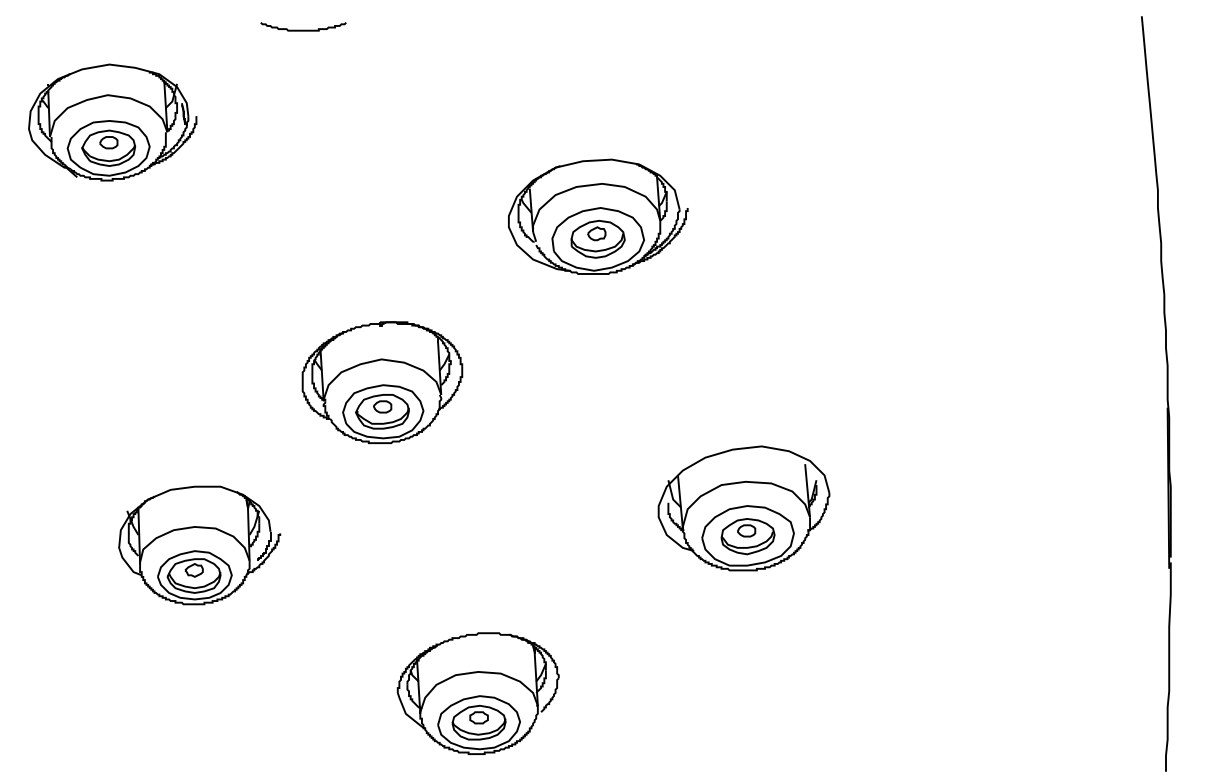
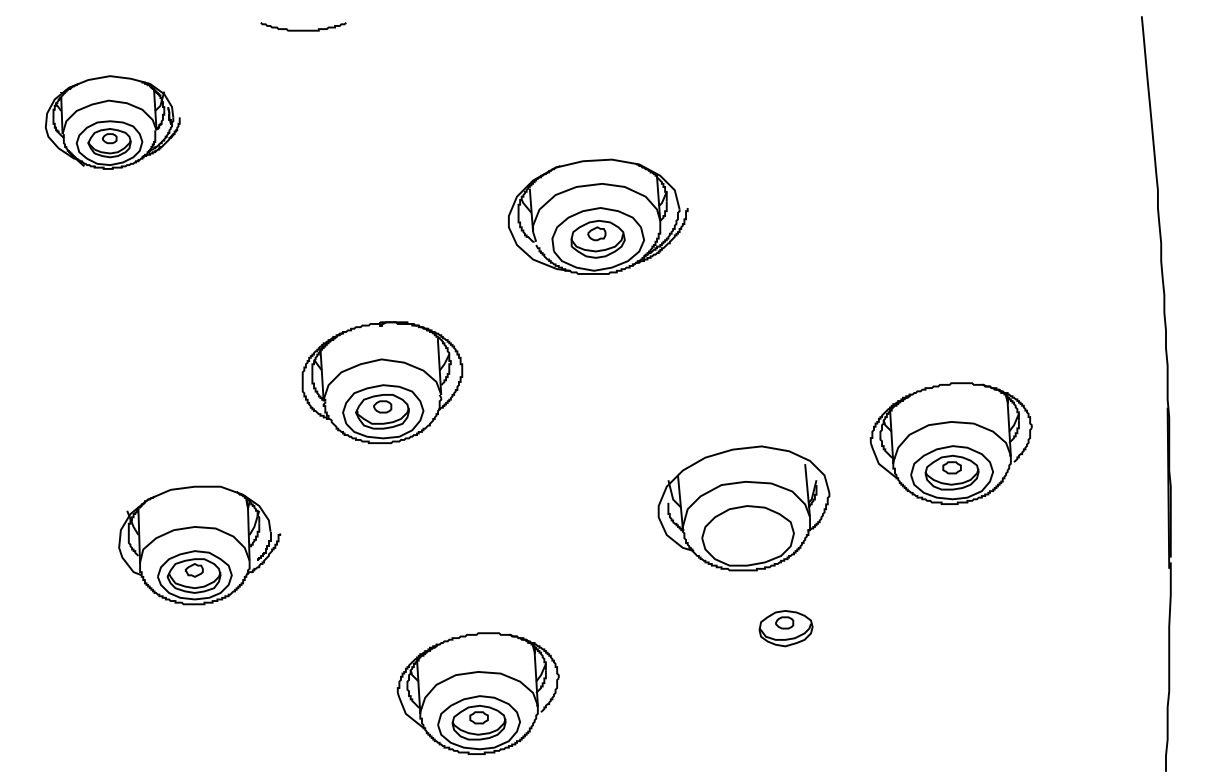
part at (112, 122) size: 170x119 px -> 137x95 px
part at (950, 443): none -> present
part at (747, 536) position: (747, 536) -> (785, 628)
